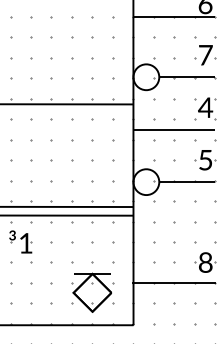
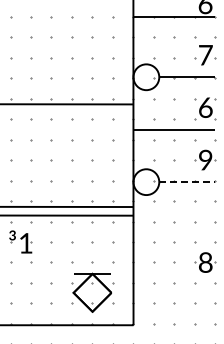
text at (205, 107): 4 -> 6
text at (205, 159): 5 -> 9
line at (187, 182): solid -> dashed
line at (174, 282): present -> none
